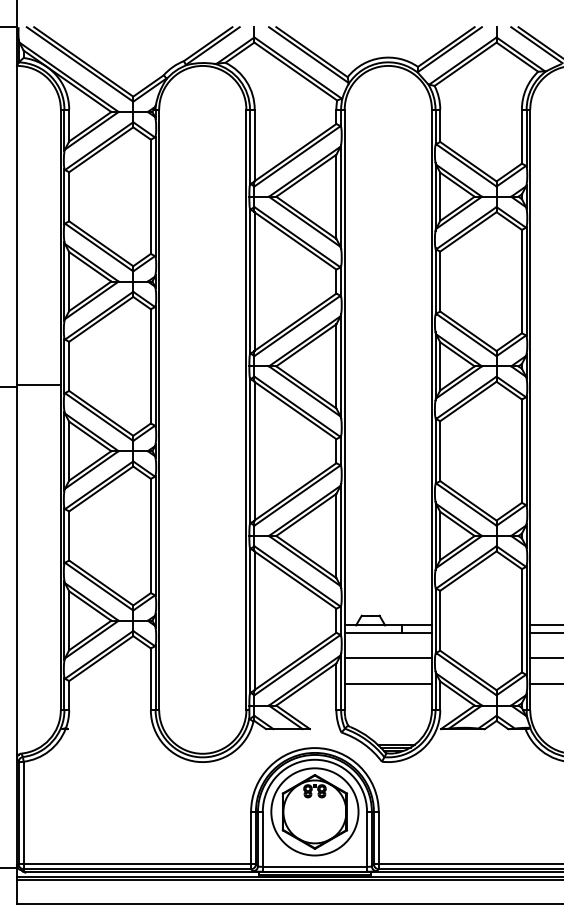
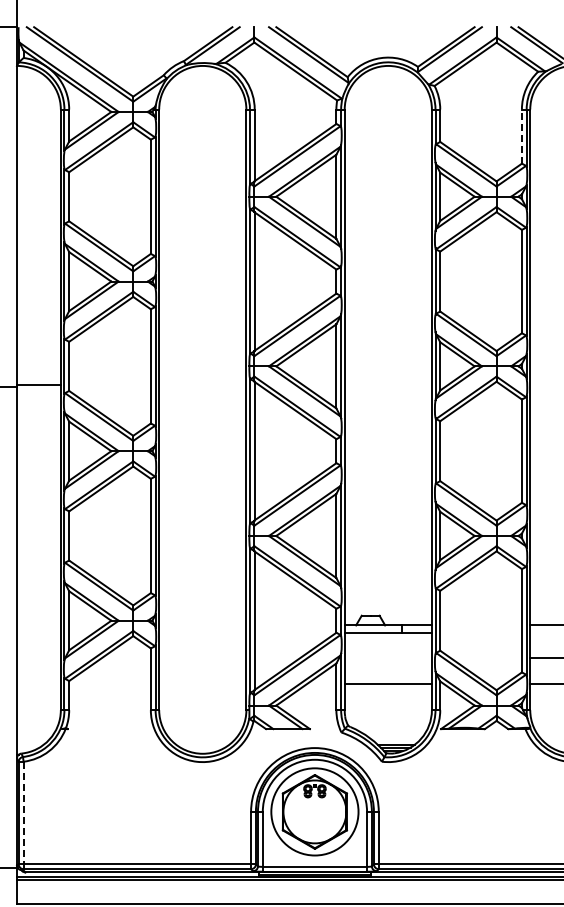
line at (521, 136): solid -> dashed
line at (545, 632): present -> none
line at (387, 657): present -> none
line at (23, 813): solid -> dashed
